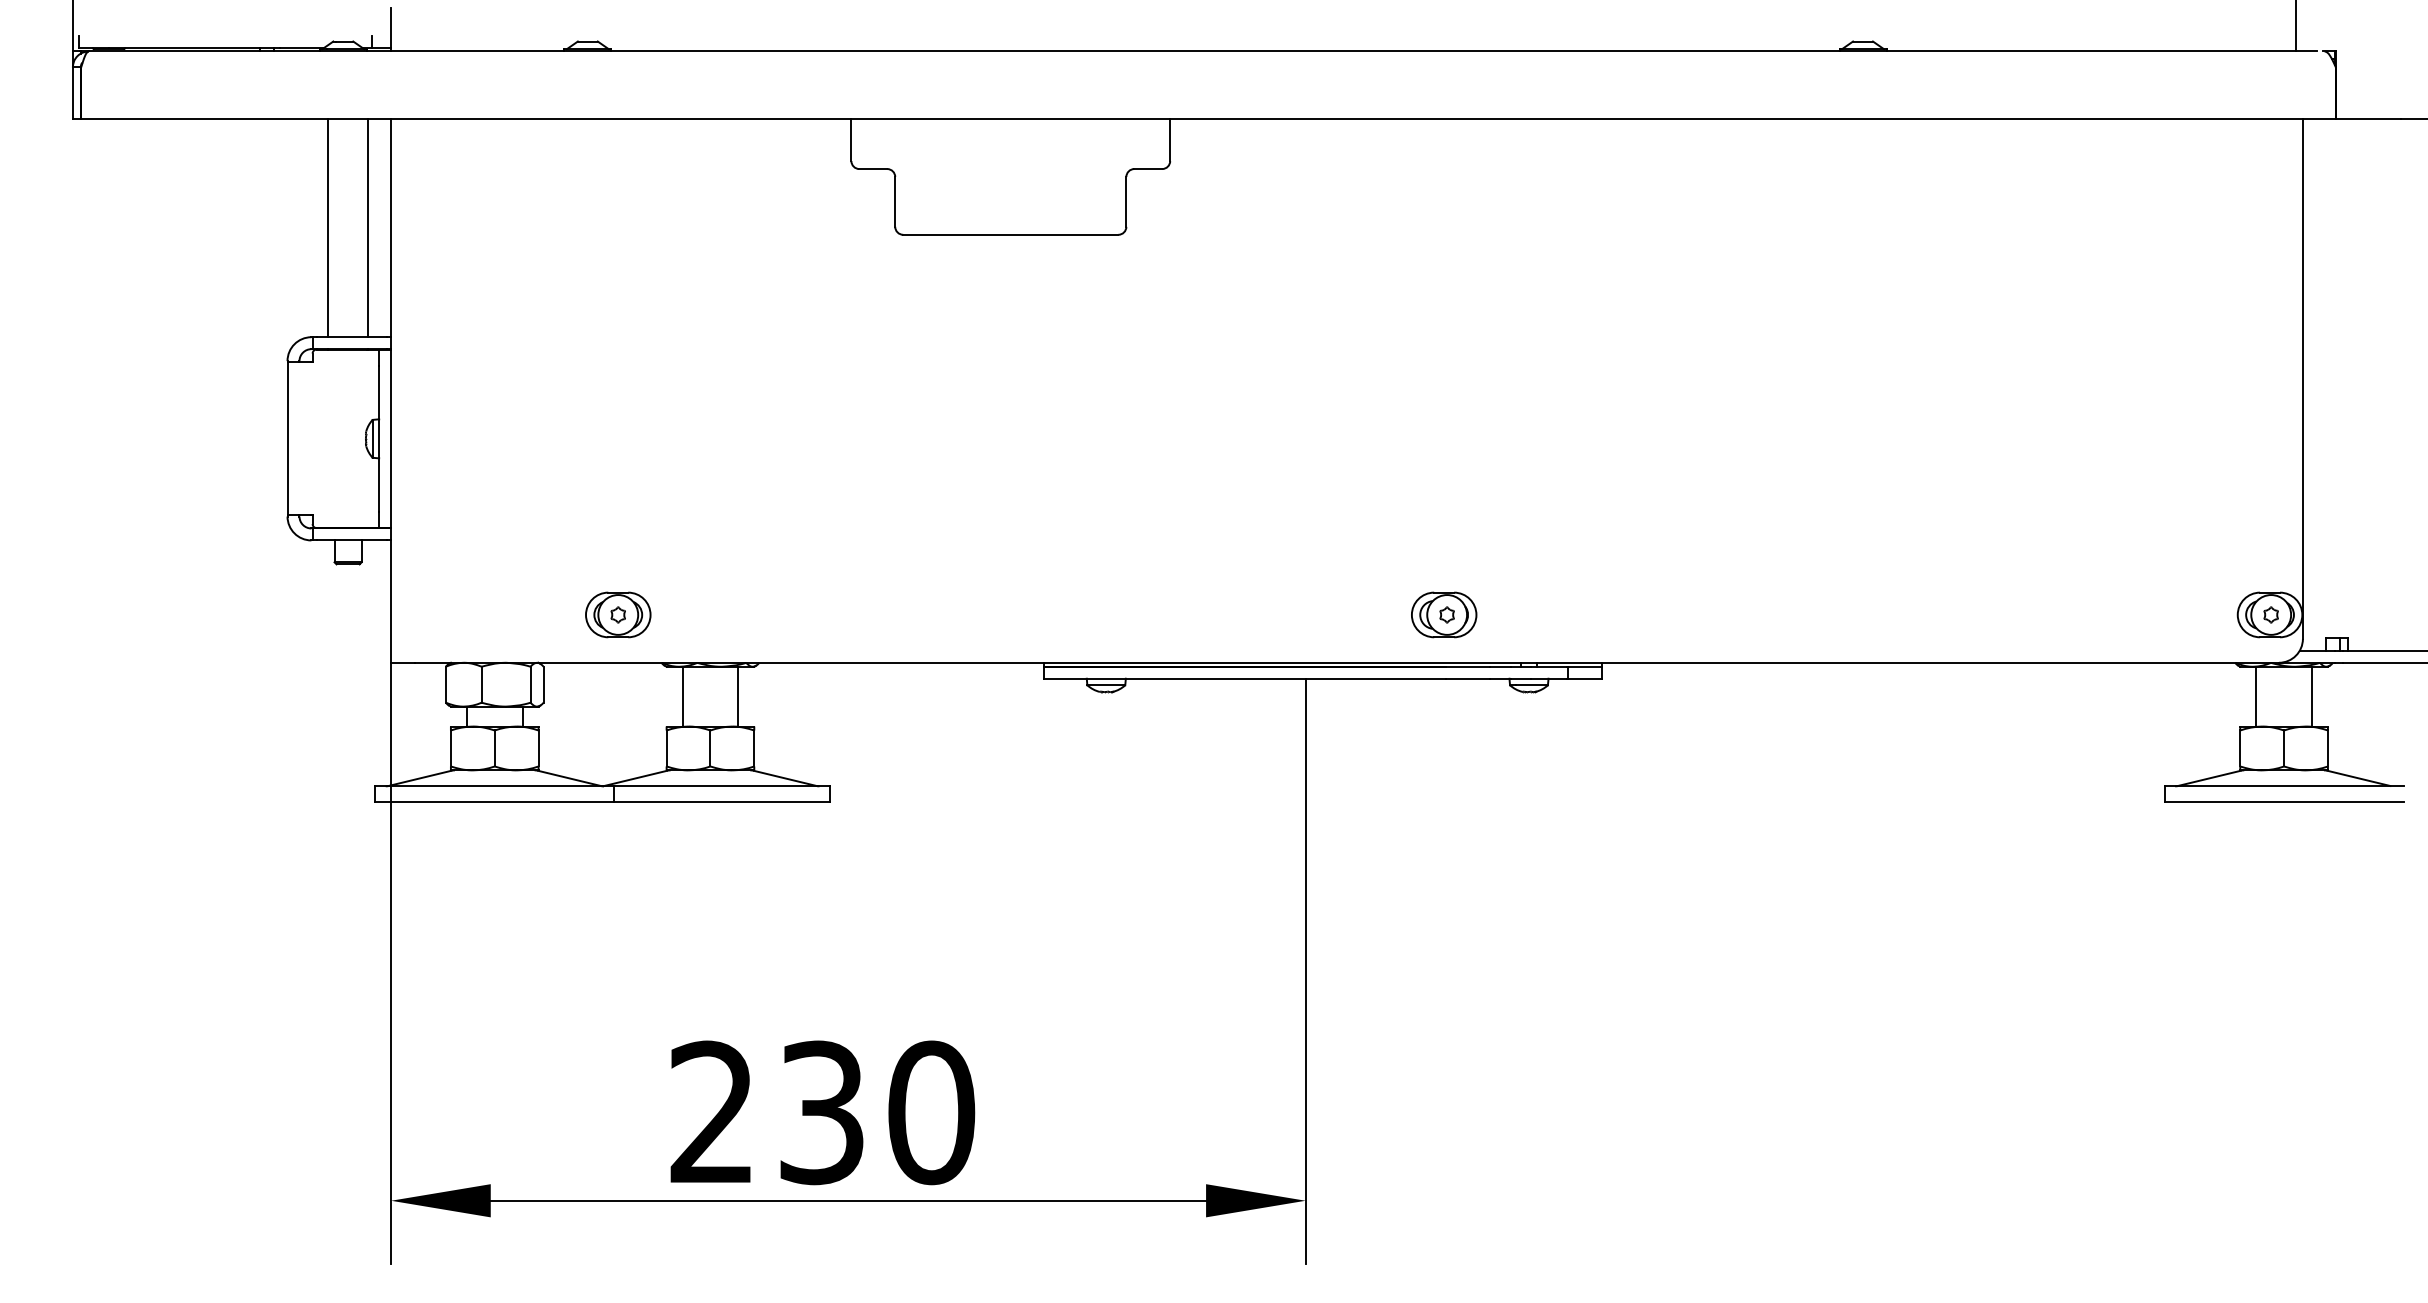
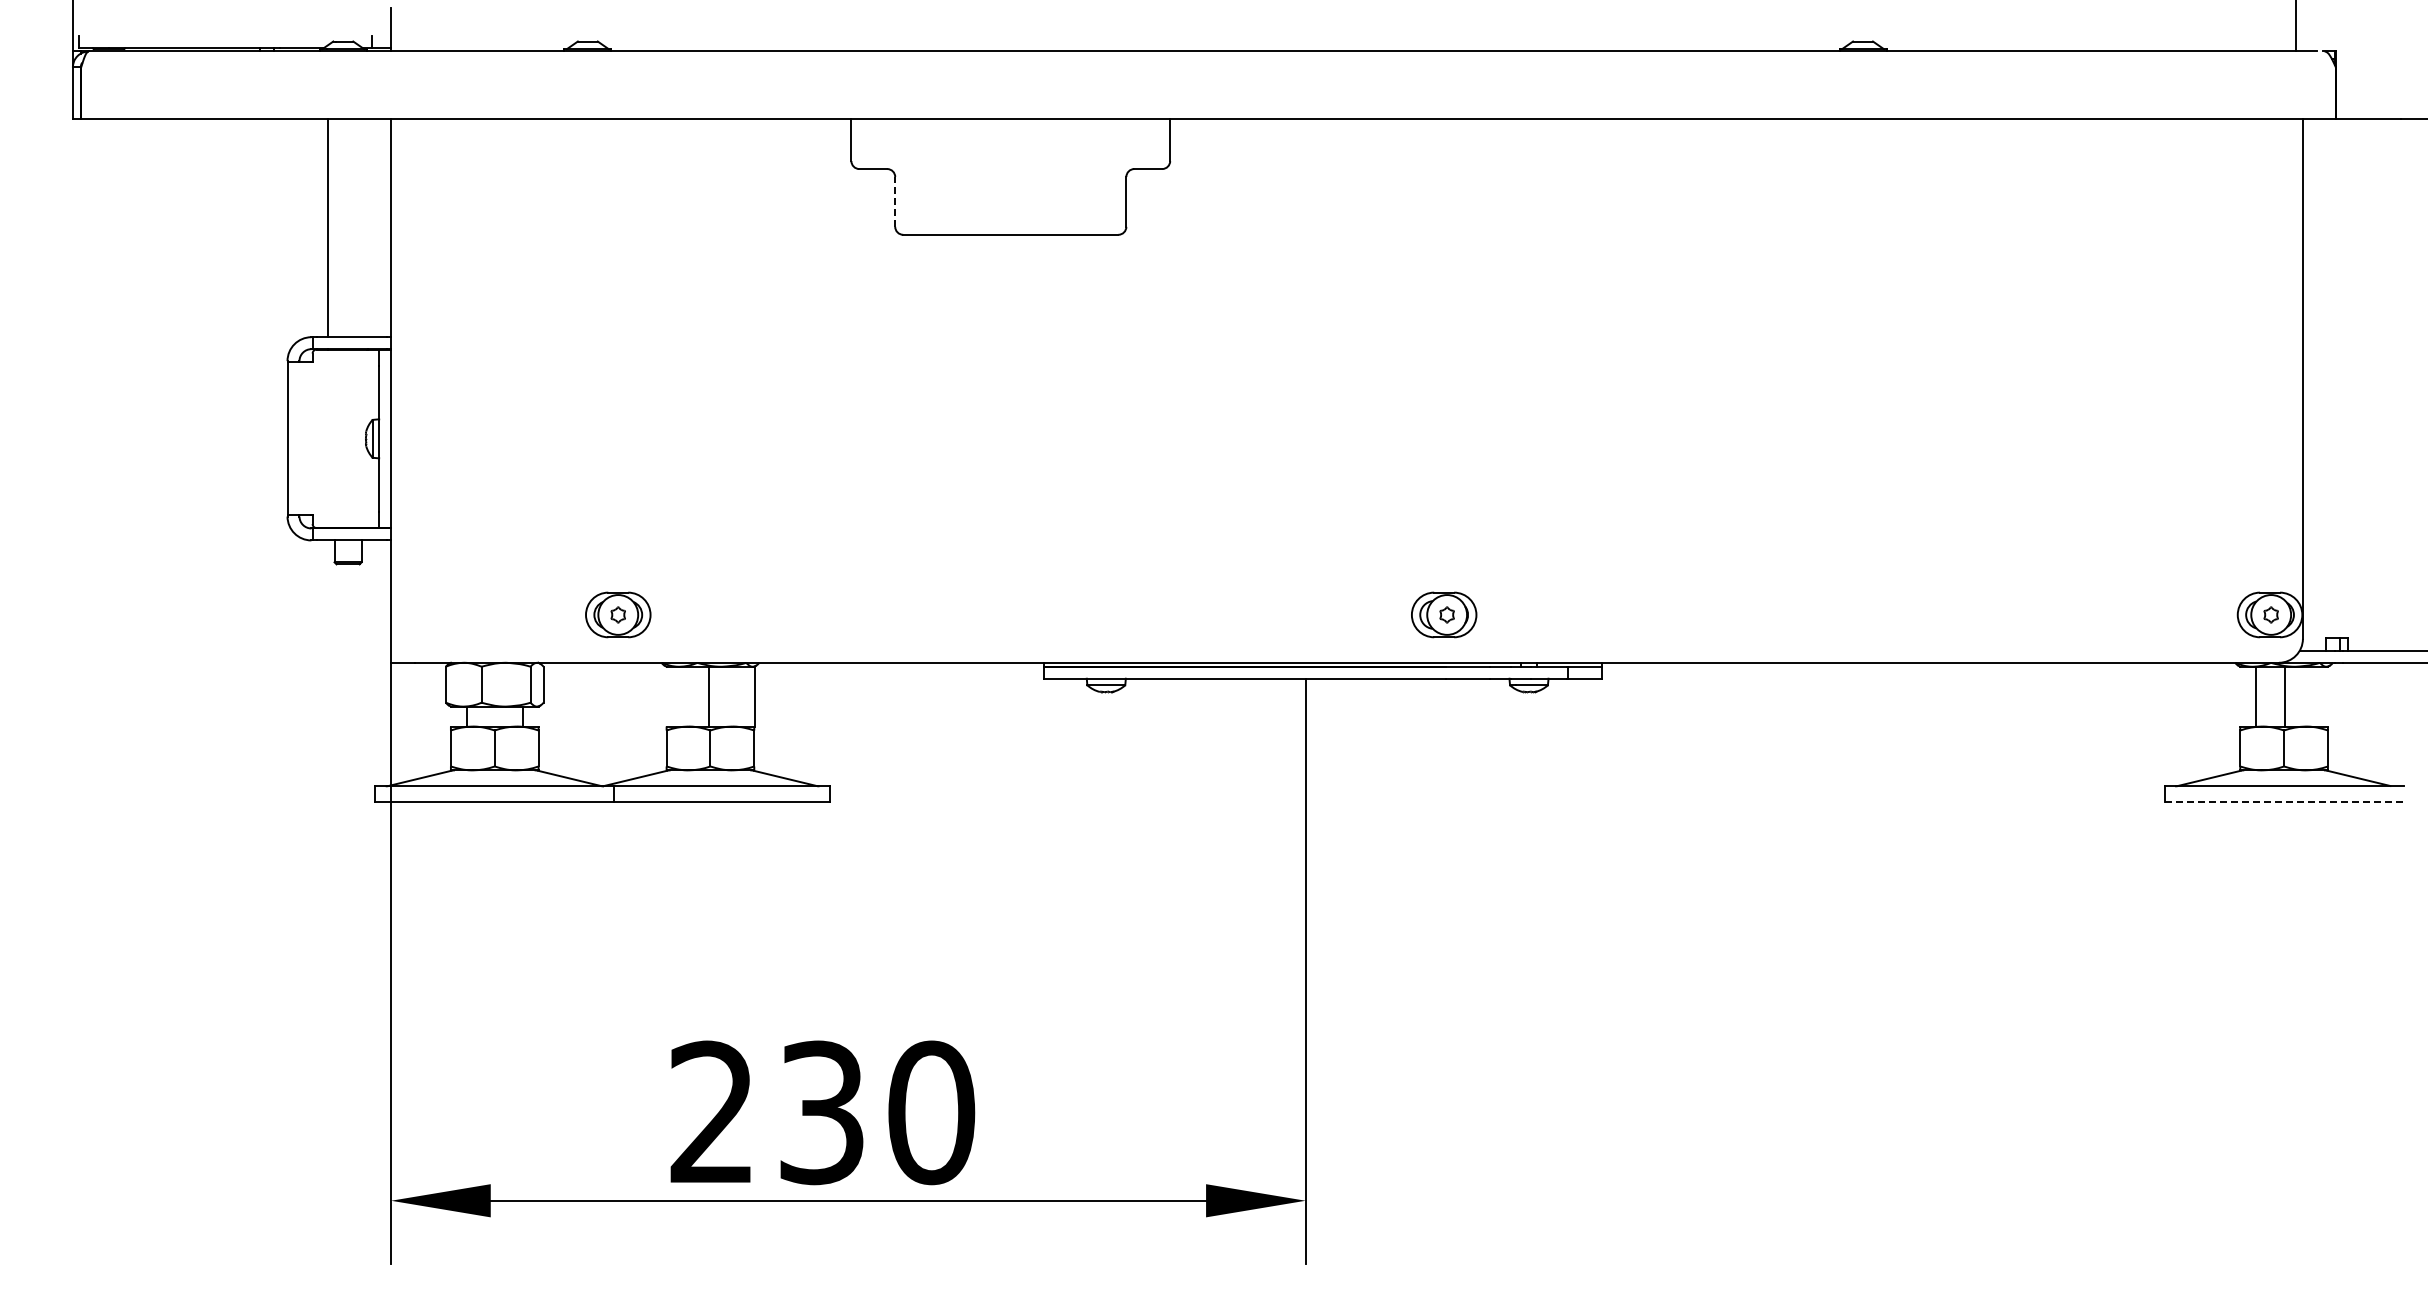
line at (895, 201): solid -> dashed
line at (368, 228): present -> none
line at (682, 696) position: (682, 696) -> (708, 696)
line at (738, 696) position: (738, 696) -> (755, 696)
line at (2312, 696) position: (2312, 696) -> (2285, 696)
line at (2284, 802): solid -> dashed
